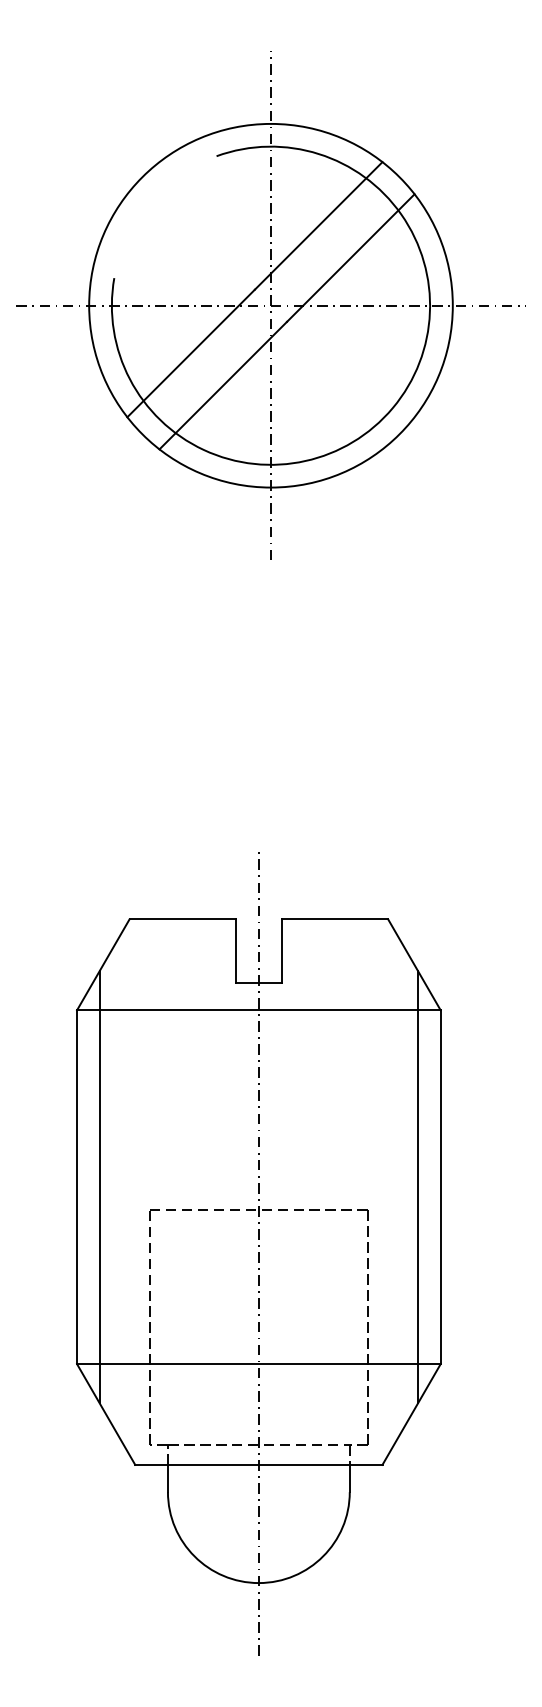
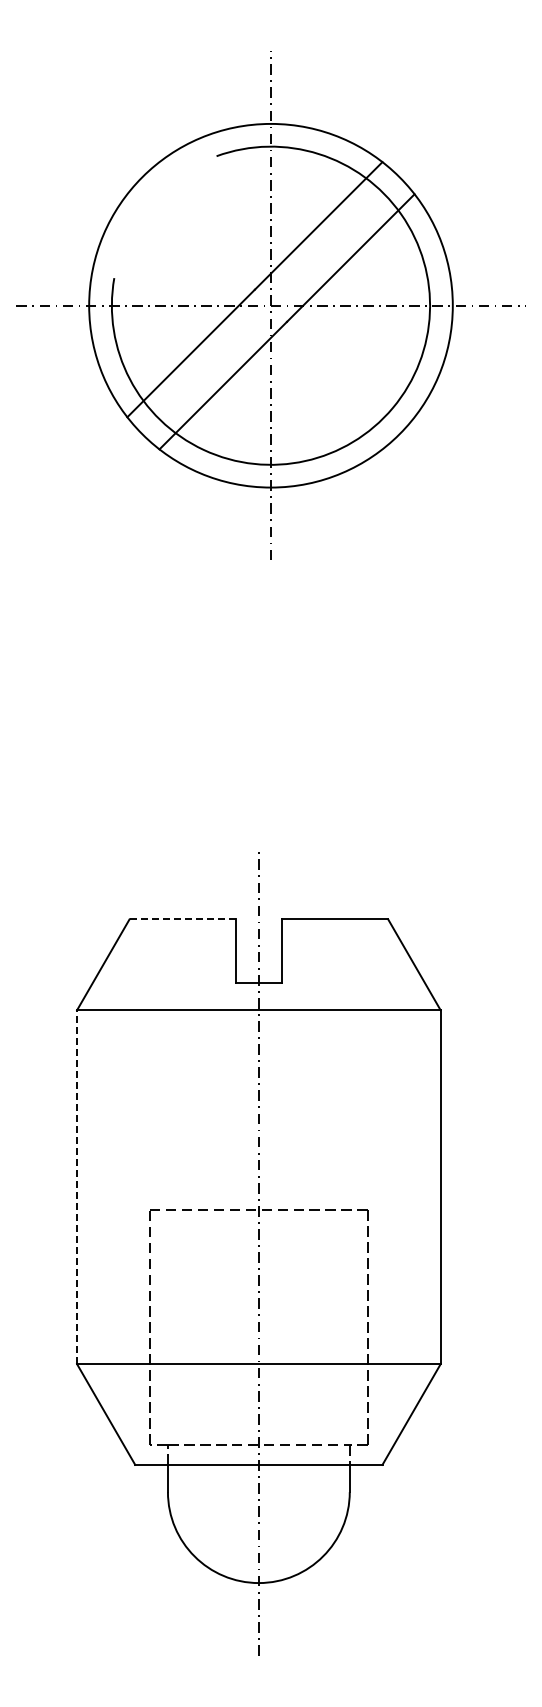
line at (183, 919): solid -> dashed
line at (99, 1186): present -> none
line at (417, 1186): present -> none
line at (77, 1187): solid -> dashed
